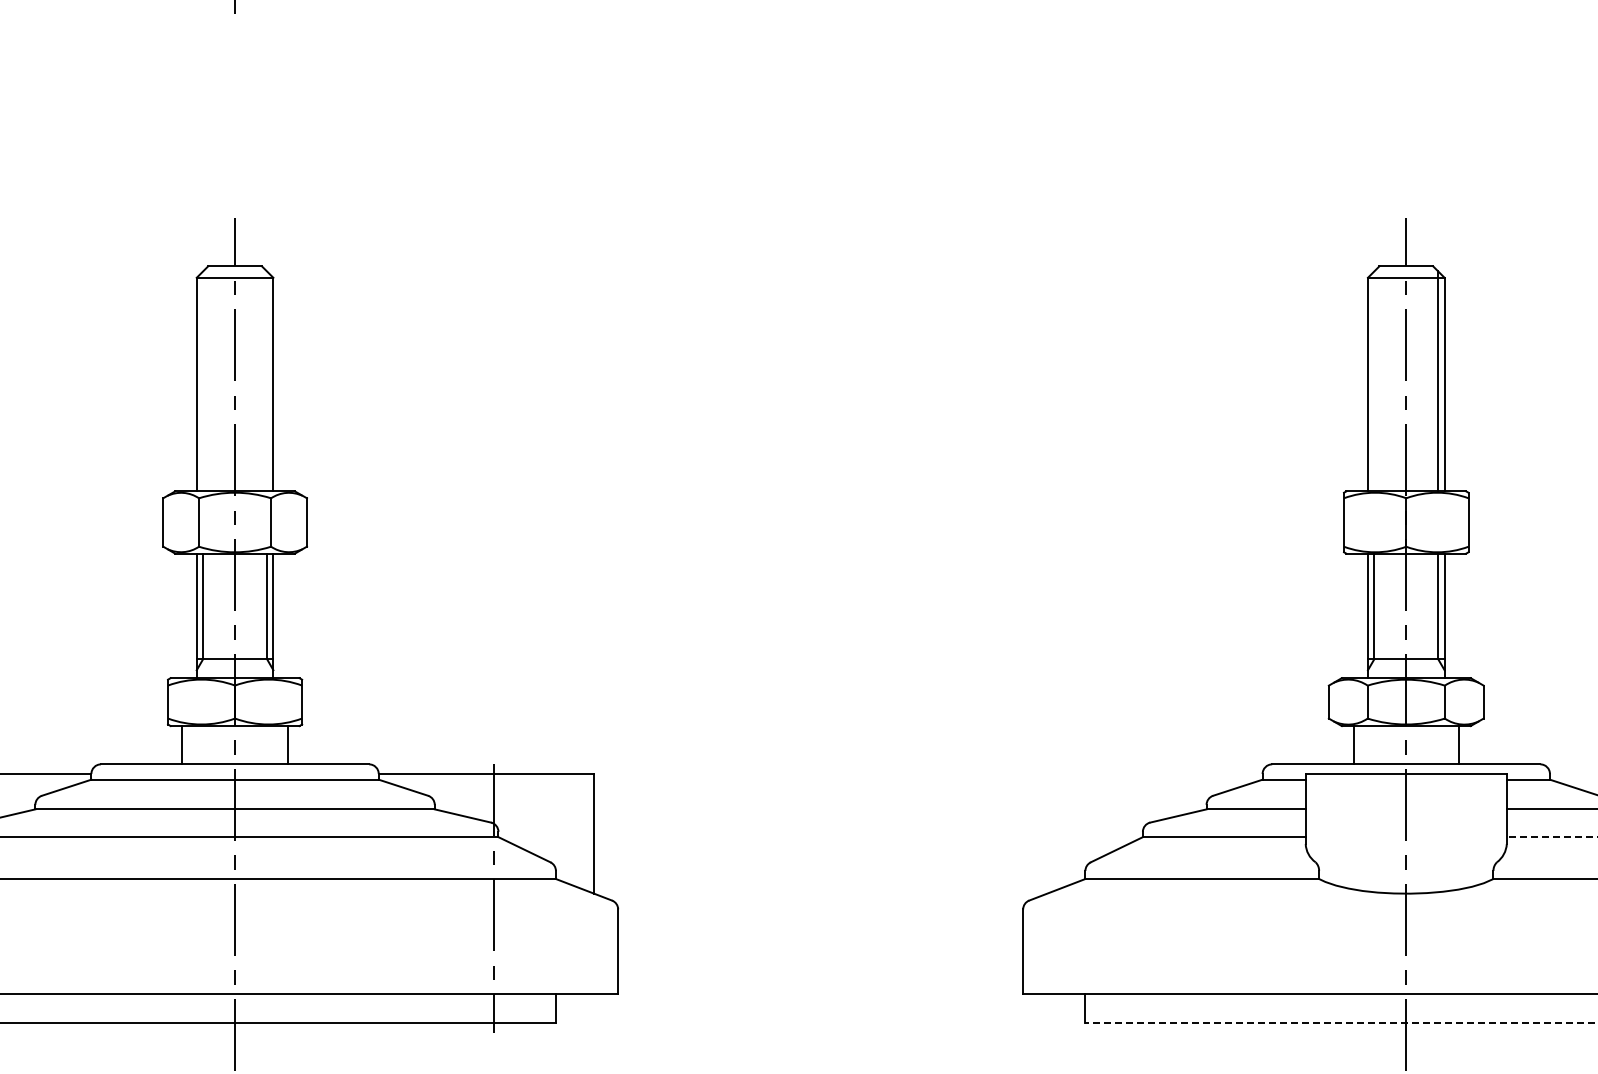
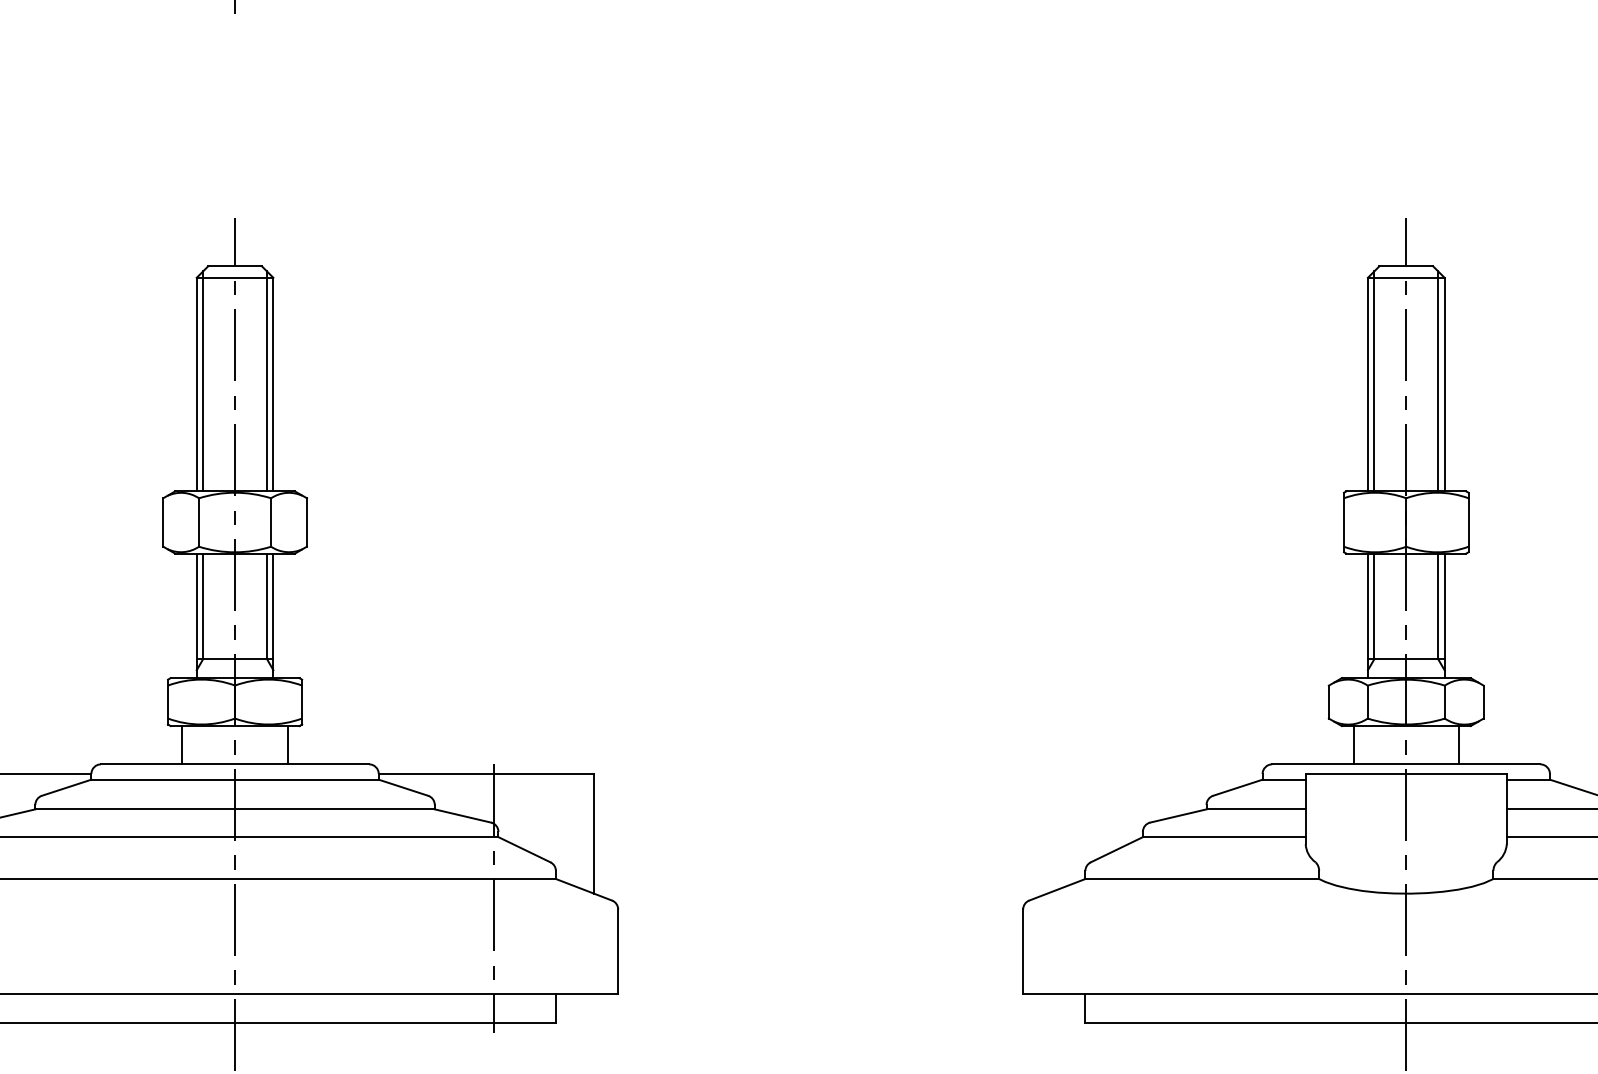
line at (203, 381): none -> present
line at (266, 381): none -> present
line at (1374, 381): none -> present
line at (1551, 837): dashed -> solid
line at (1341, 1022): dashed -> solid
